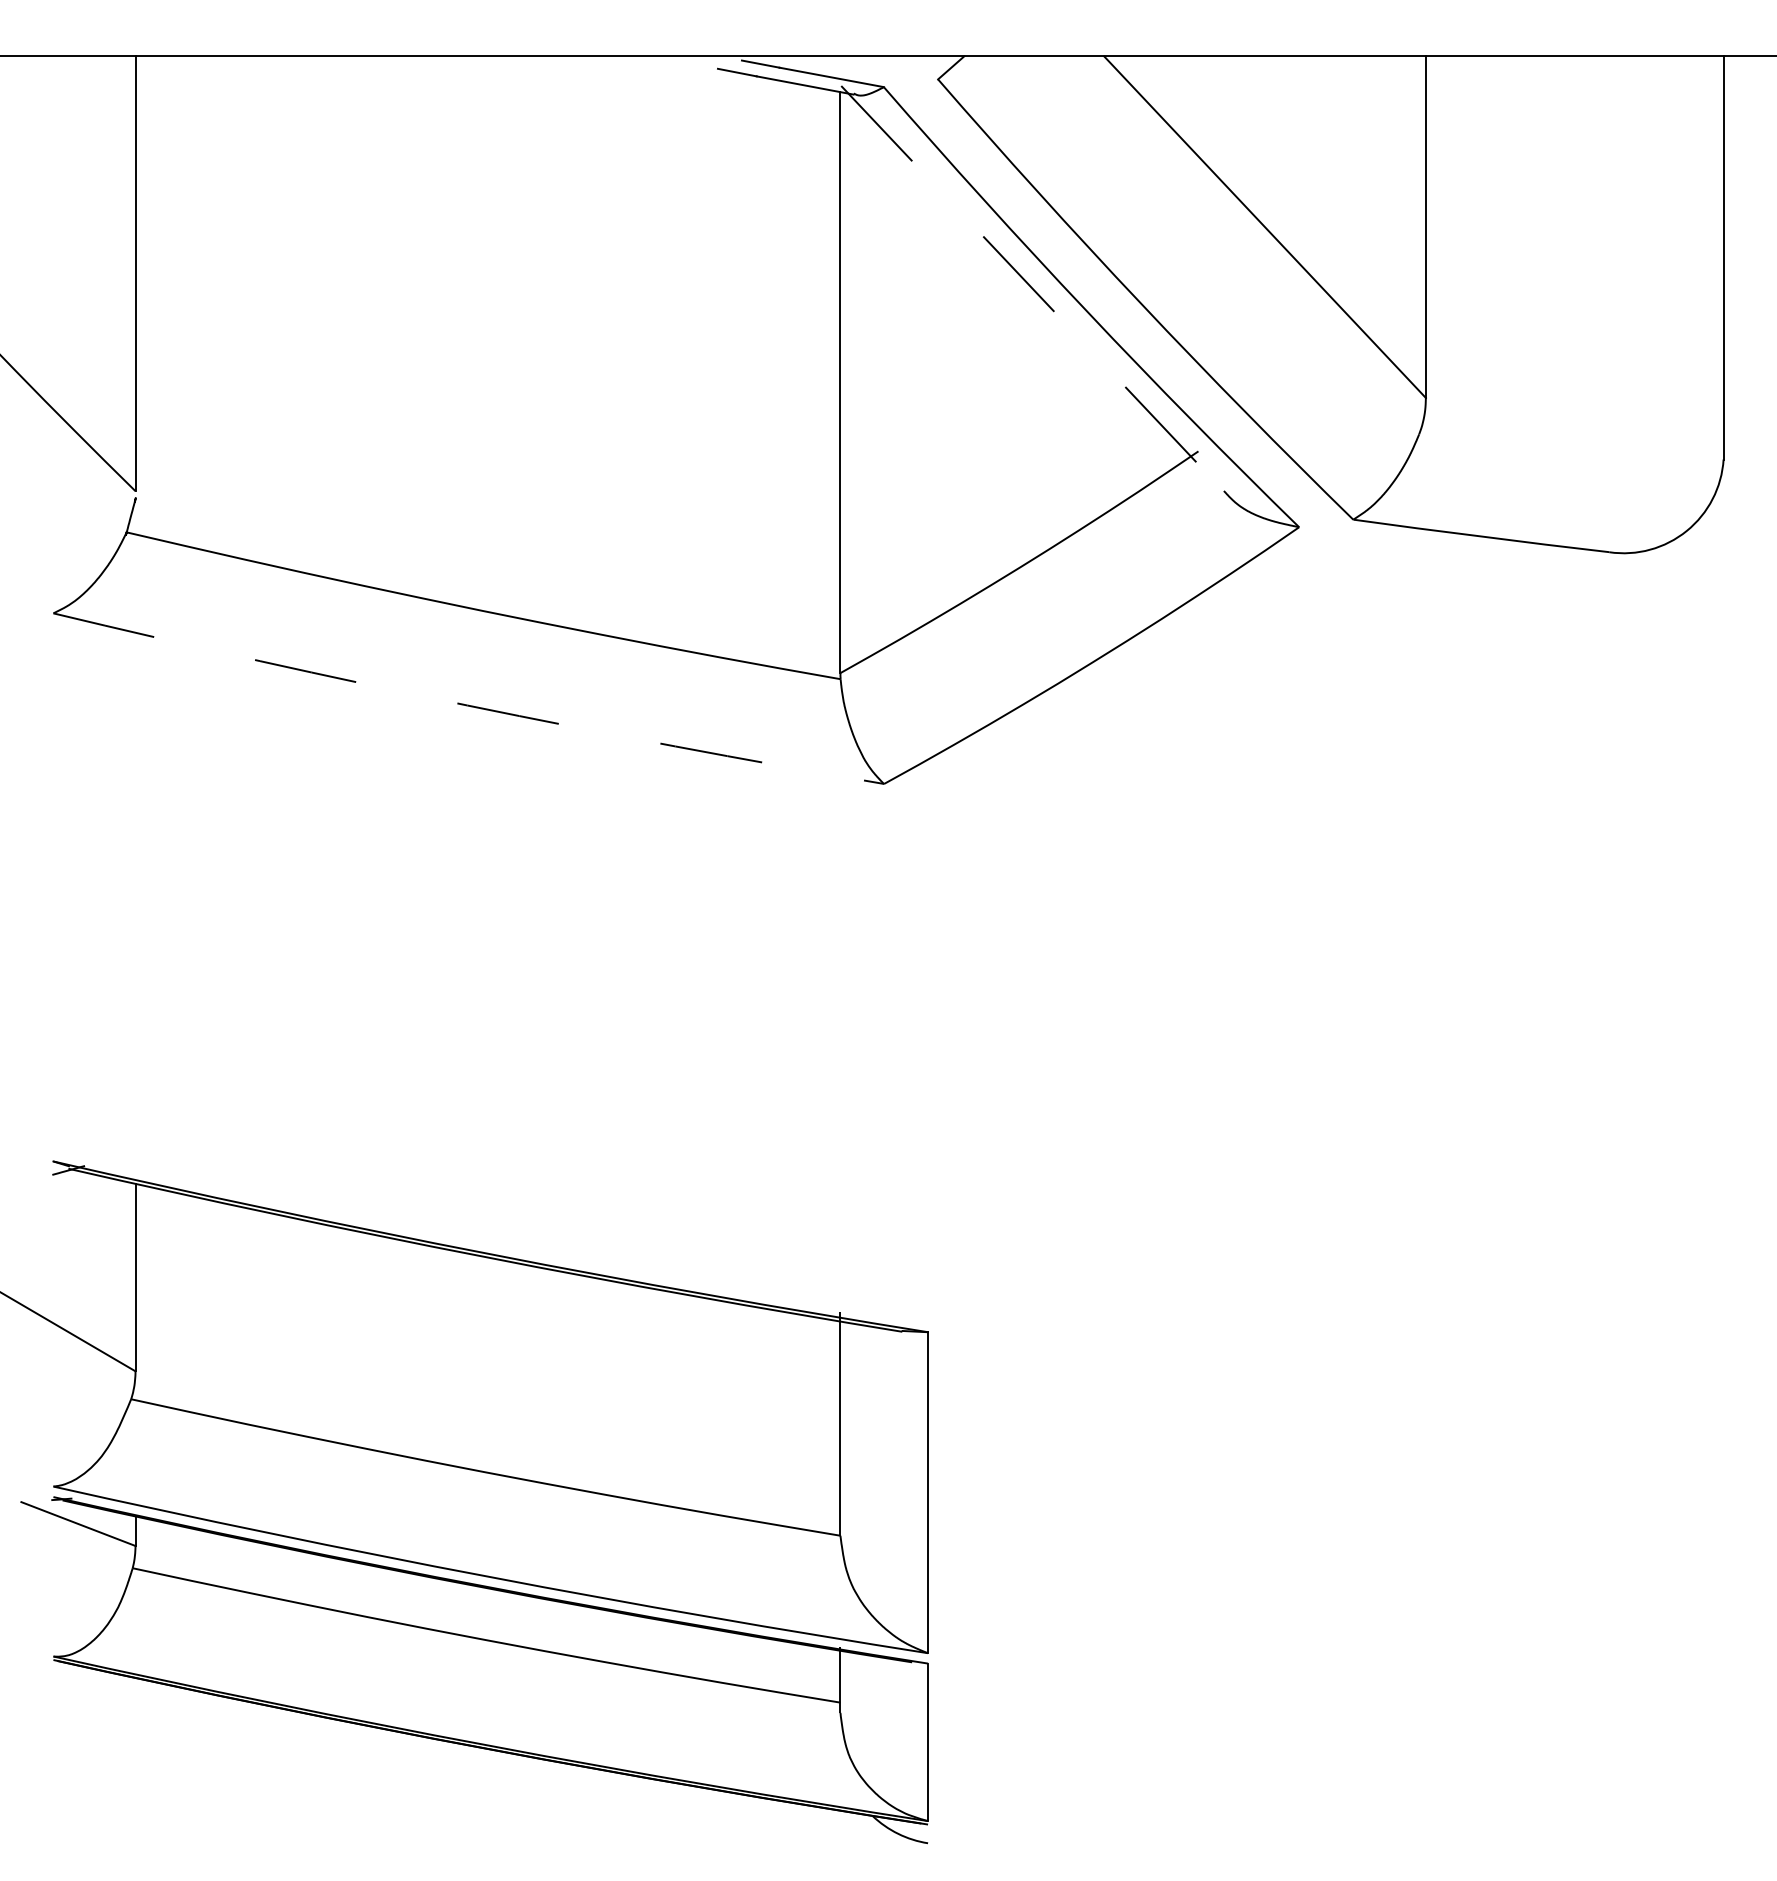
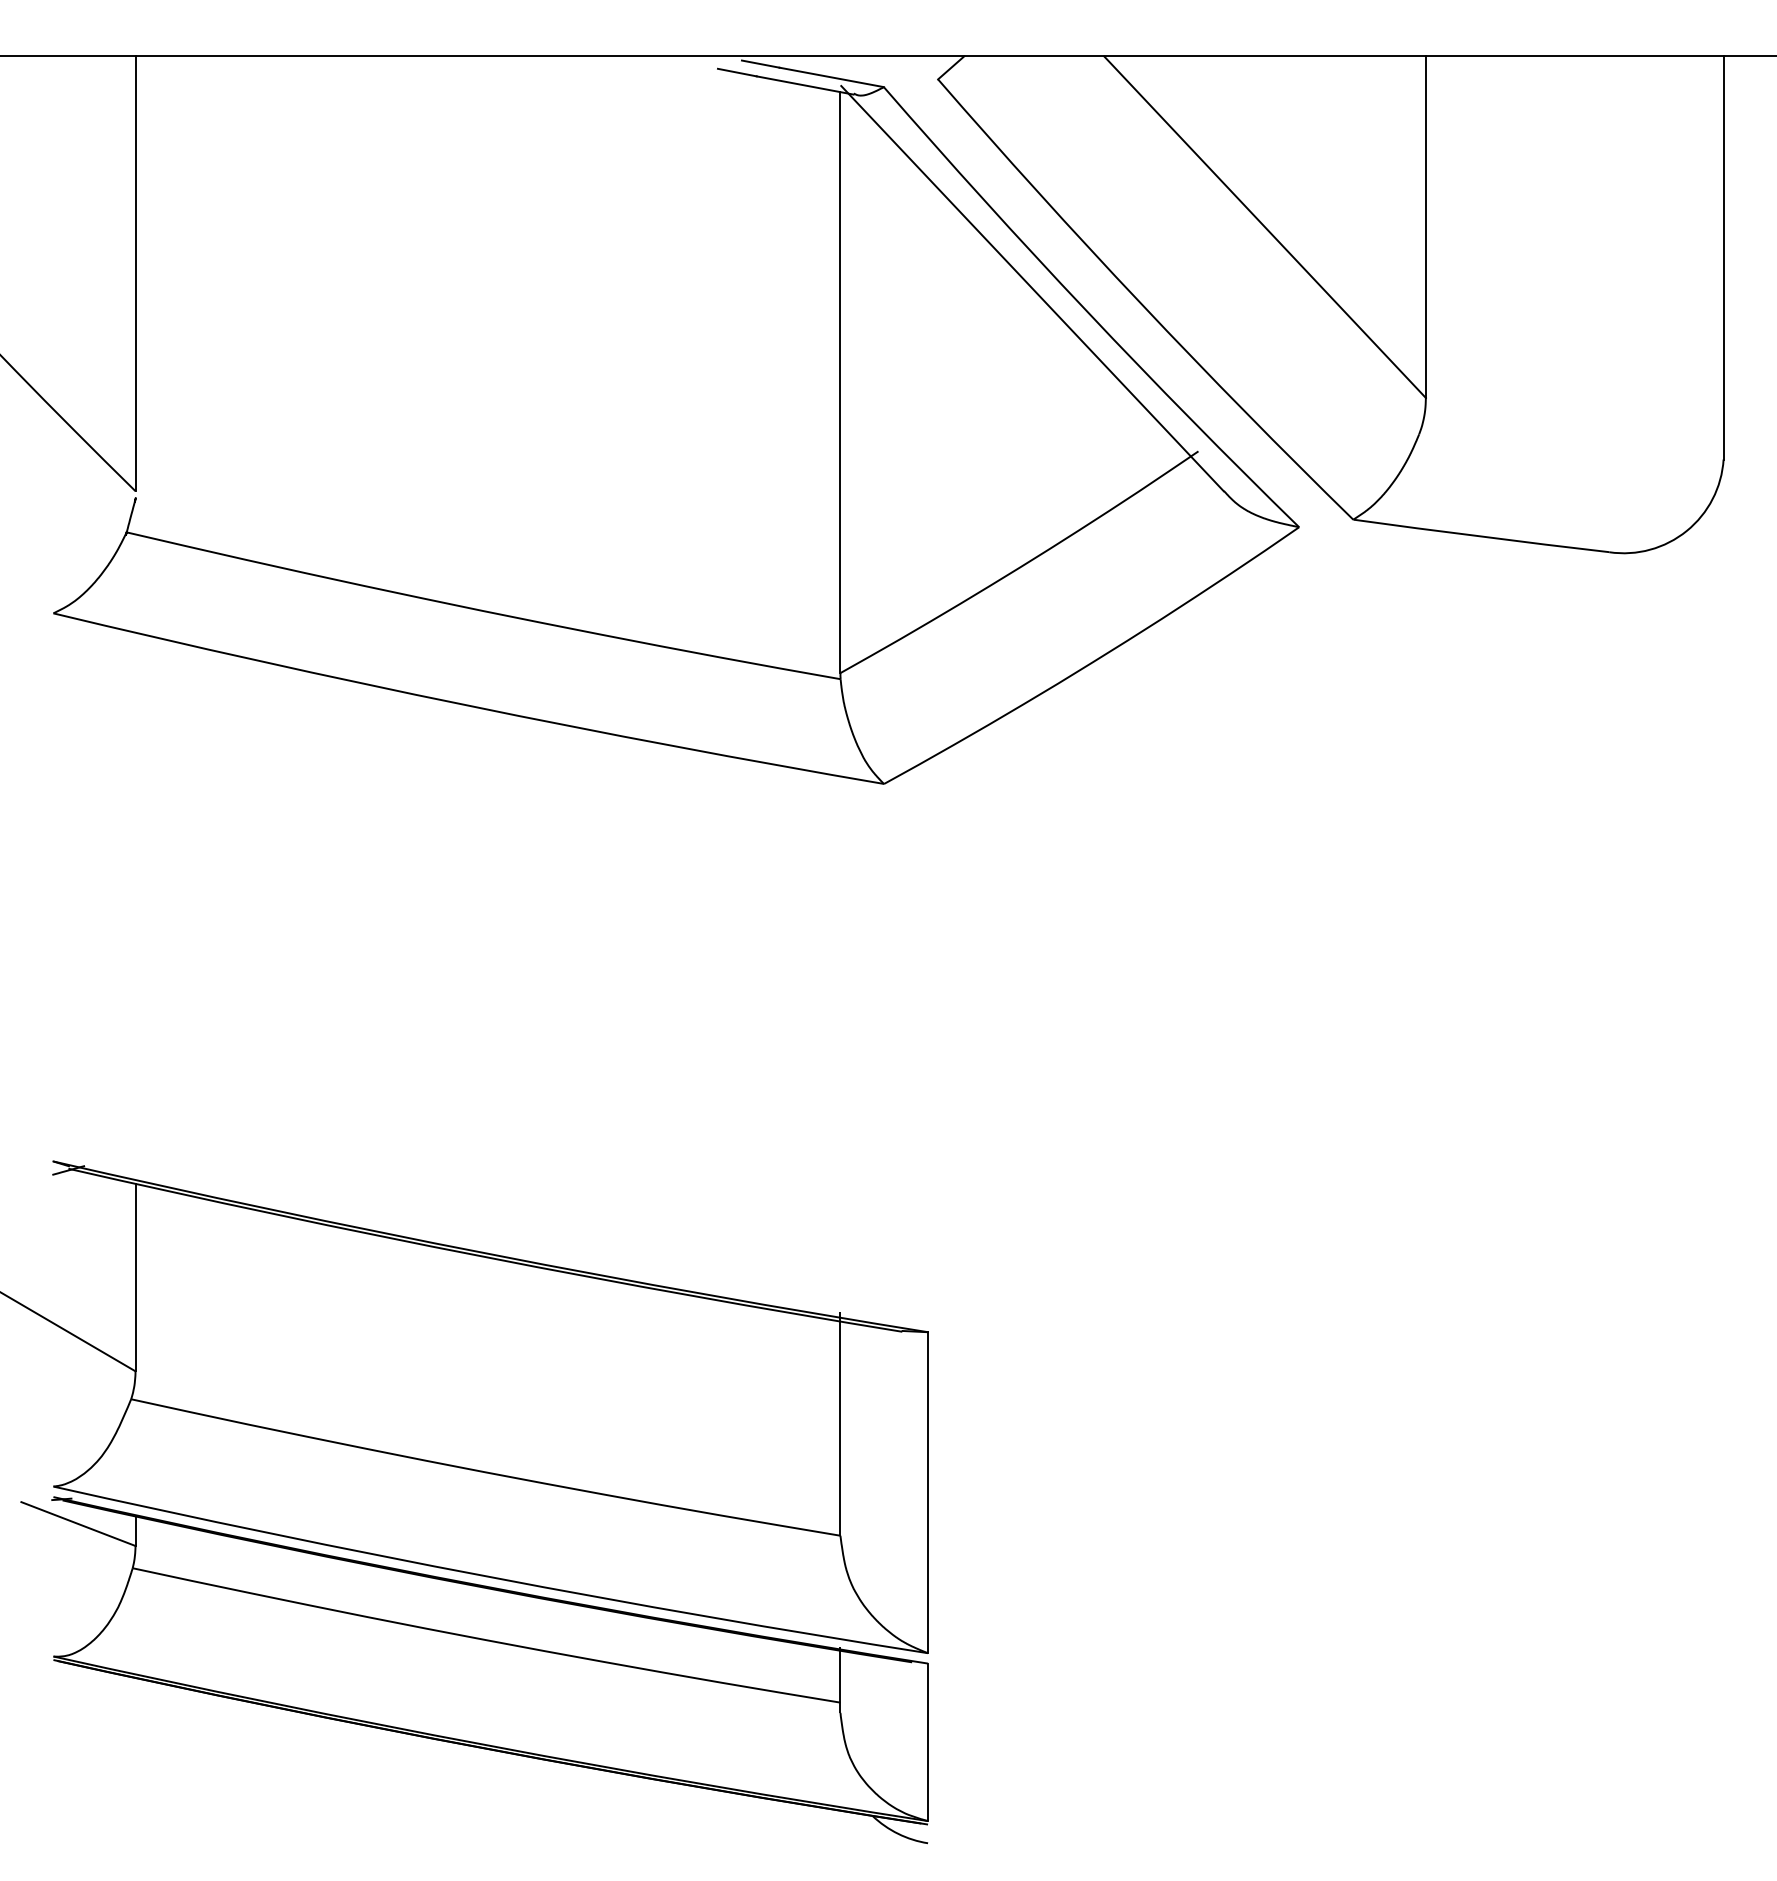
line at (1032, 288): dashed -> solid
arc at (467, 705): dashed -> solid
